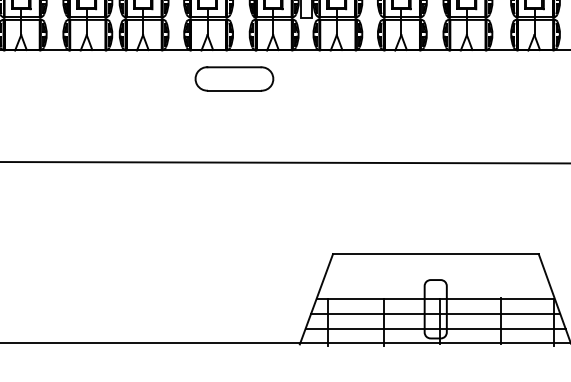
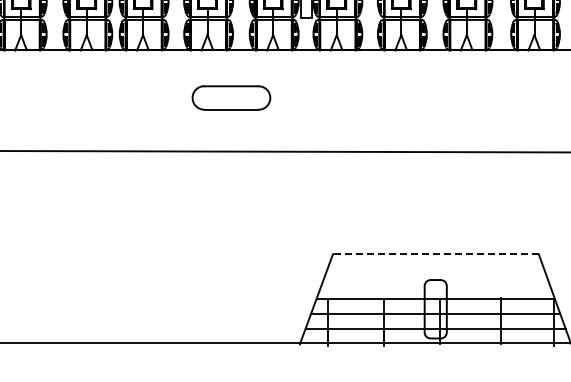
part at (234, 78) position: (234, 78) -> (231, 97)
line at (284, 162) position: (284, 162) -> (284, 151)
line at (435, 254): solid -> dashed
